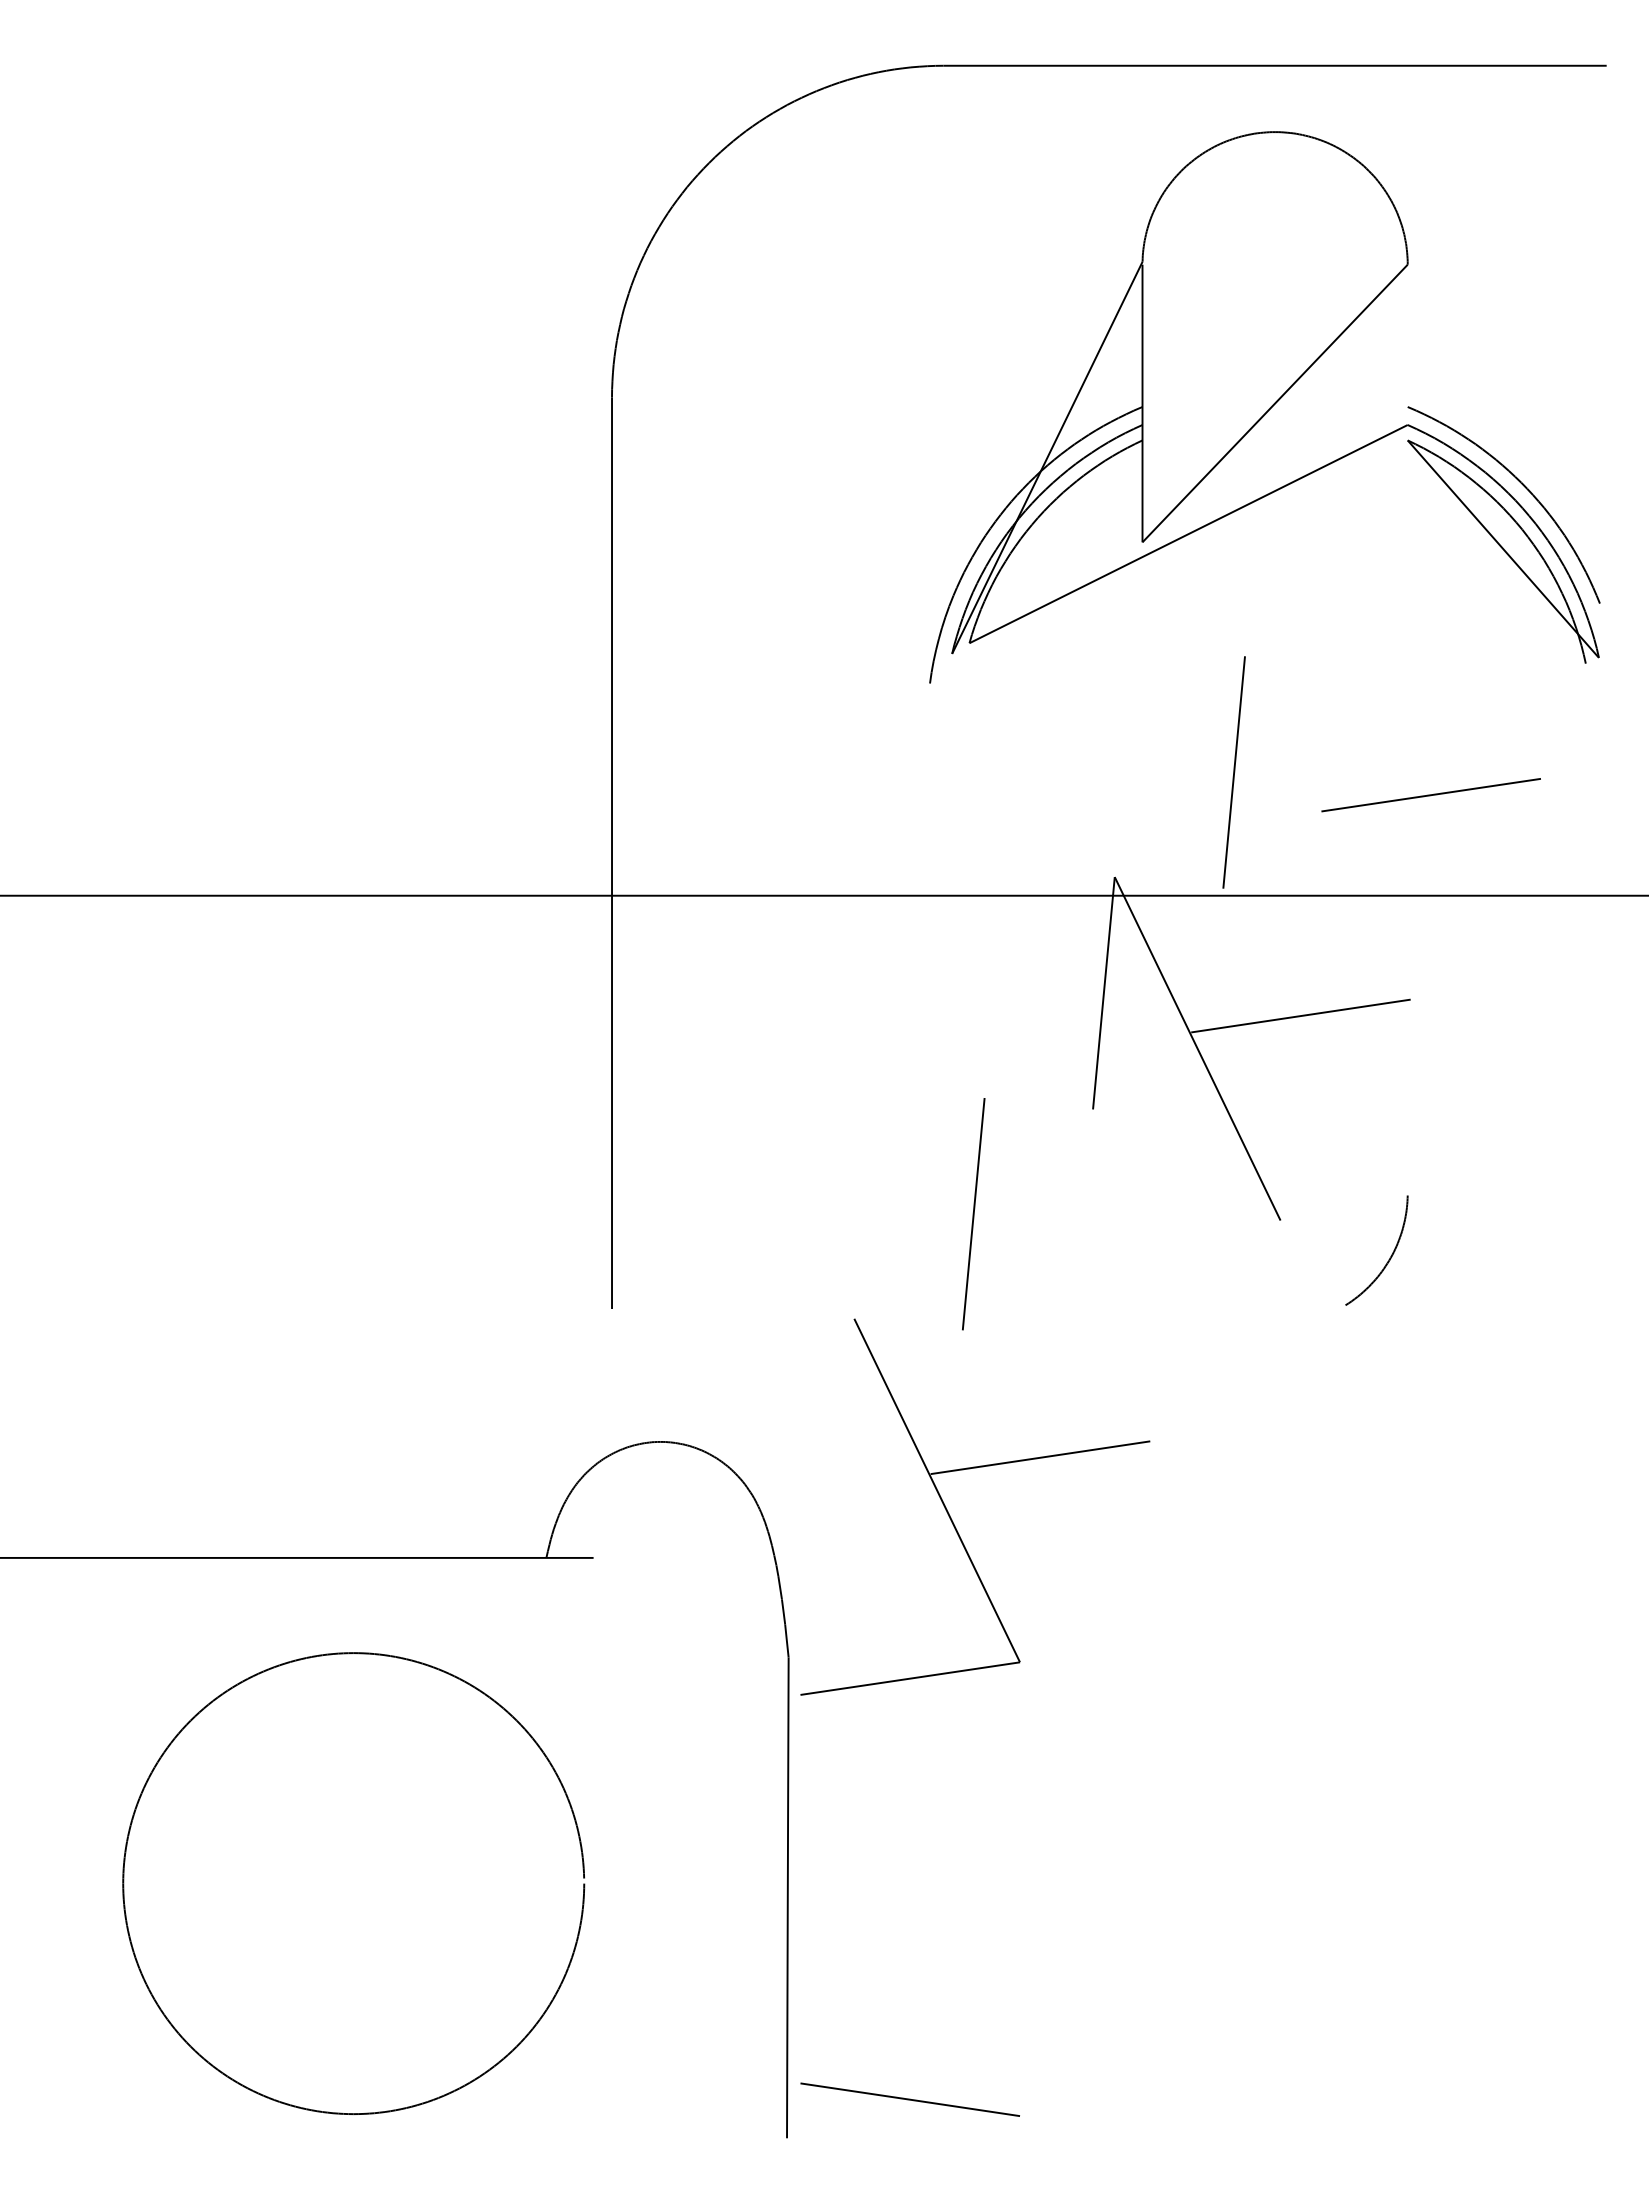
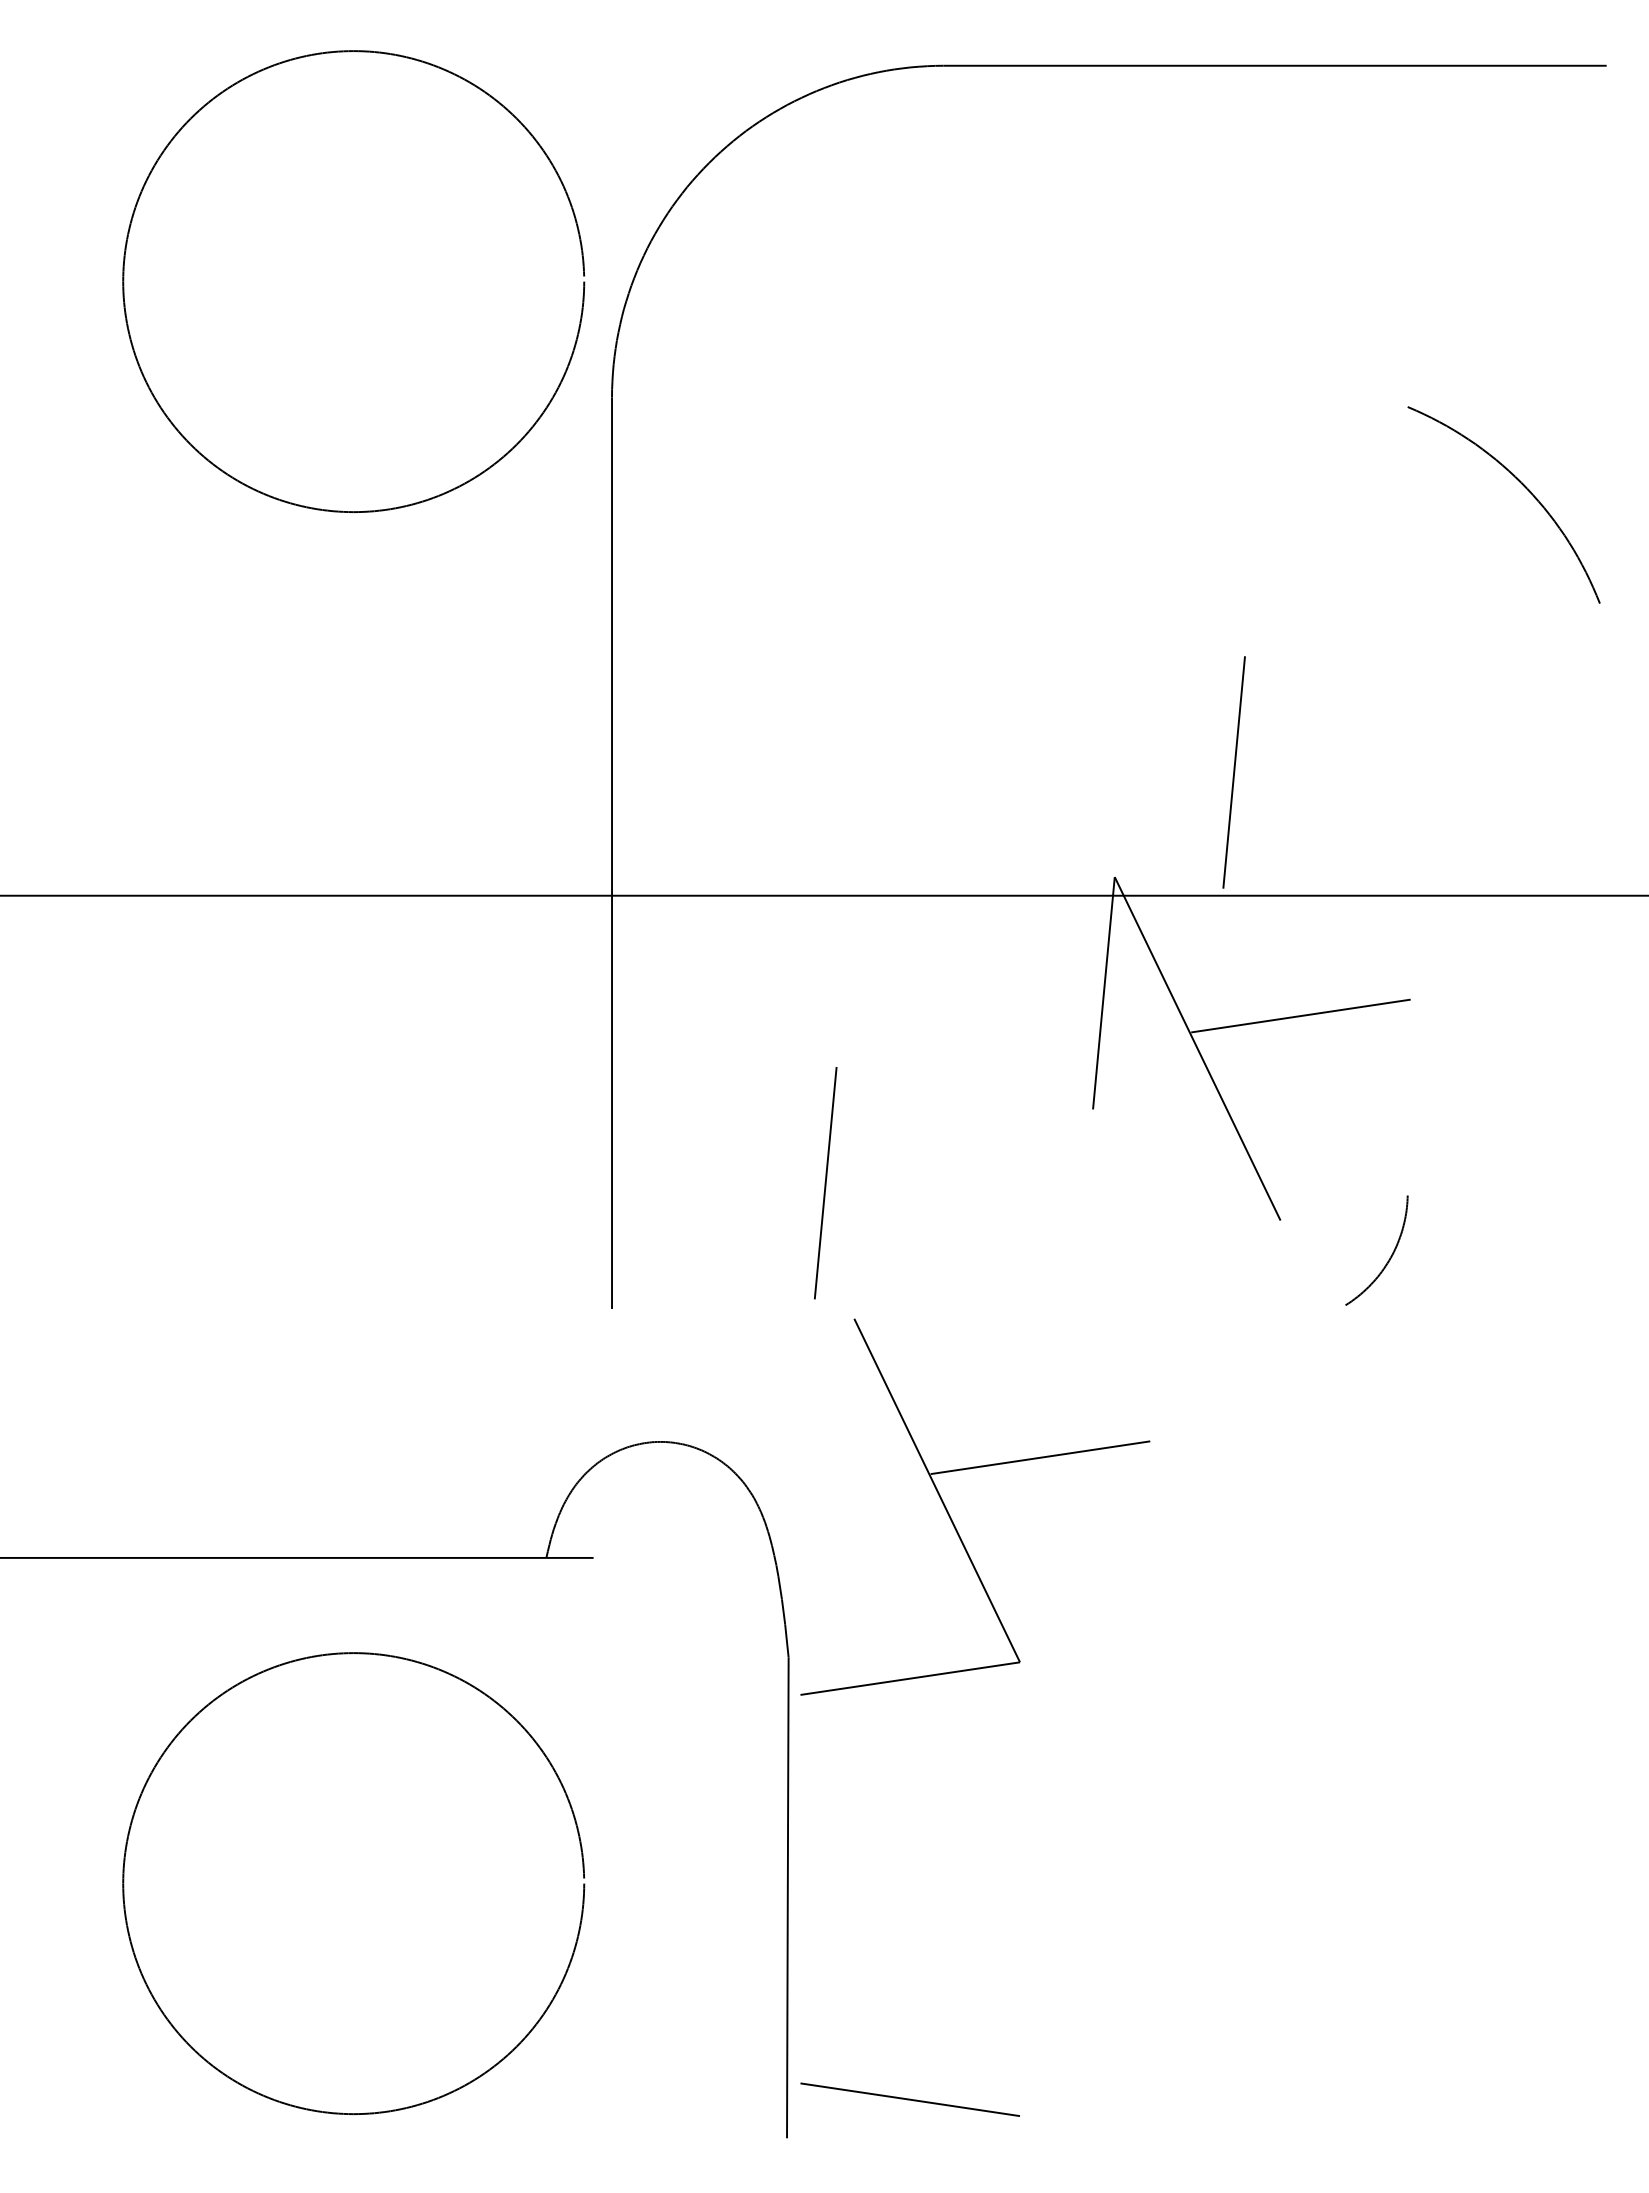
part at (136, 208): none -> present
part at (1264, 407): present -> none
line at (1430, 795): present -> none
line at (973, 1214) position: (973, 1214) -> (825, 1183)
